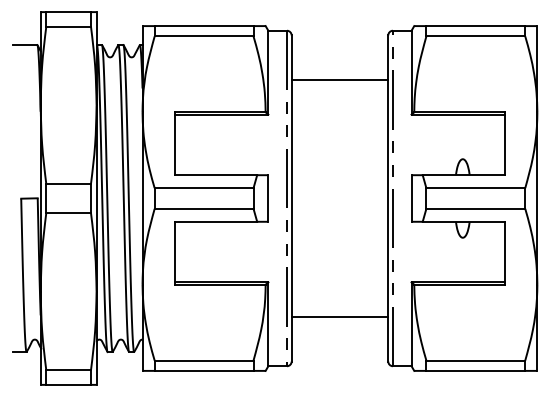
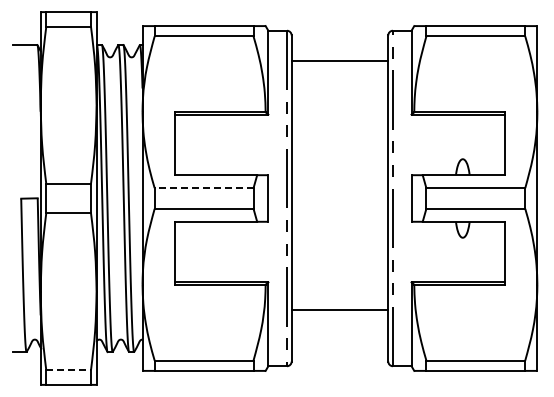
line at (339, 79) position: (339, 79) -> (339, 60)
line at (203, 188): solid -> dashed
line at (339, 317) position: (339, 317) -> (339, 310)
line at (69, 370): solid -> dashed
